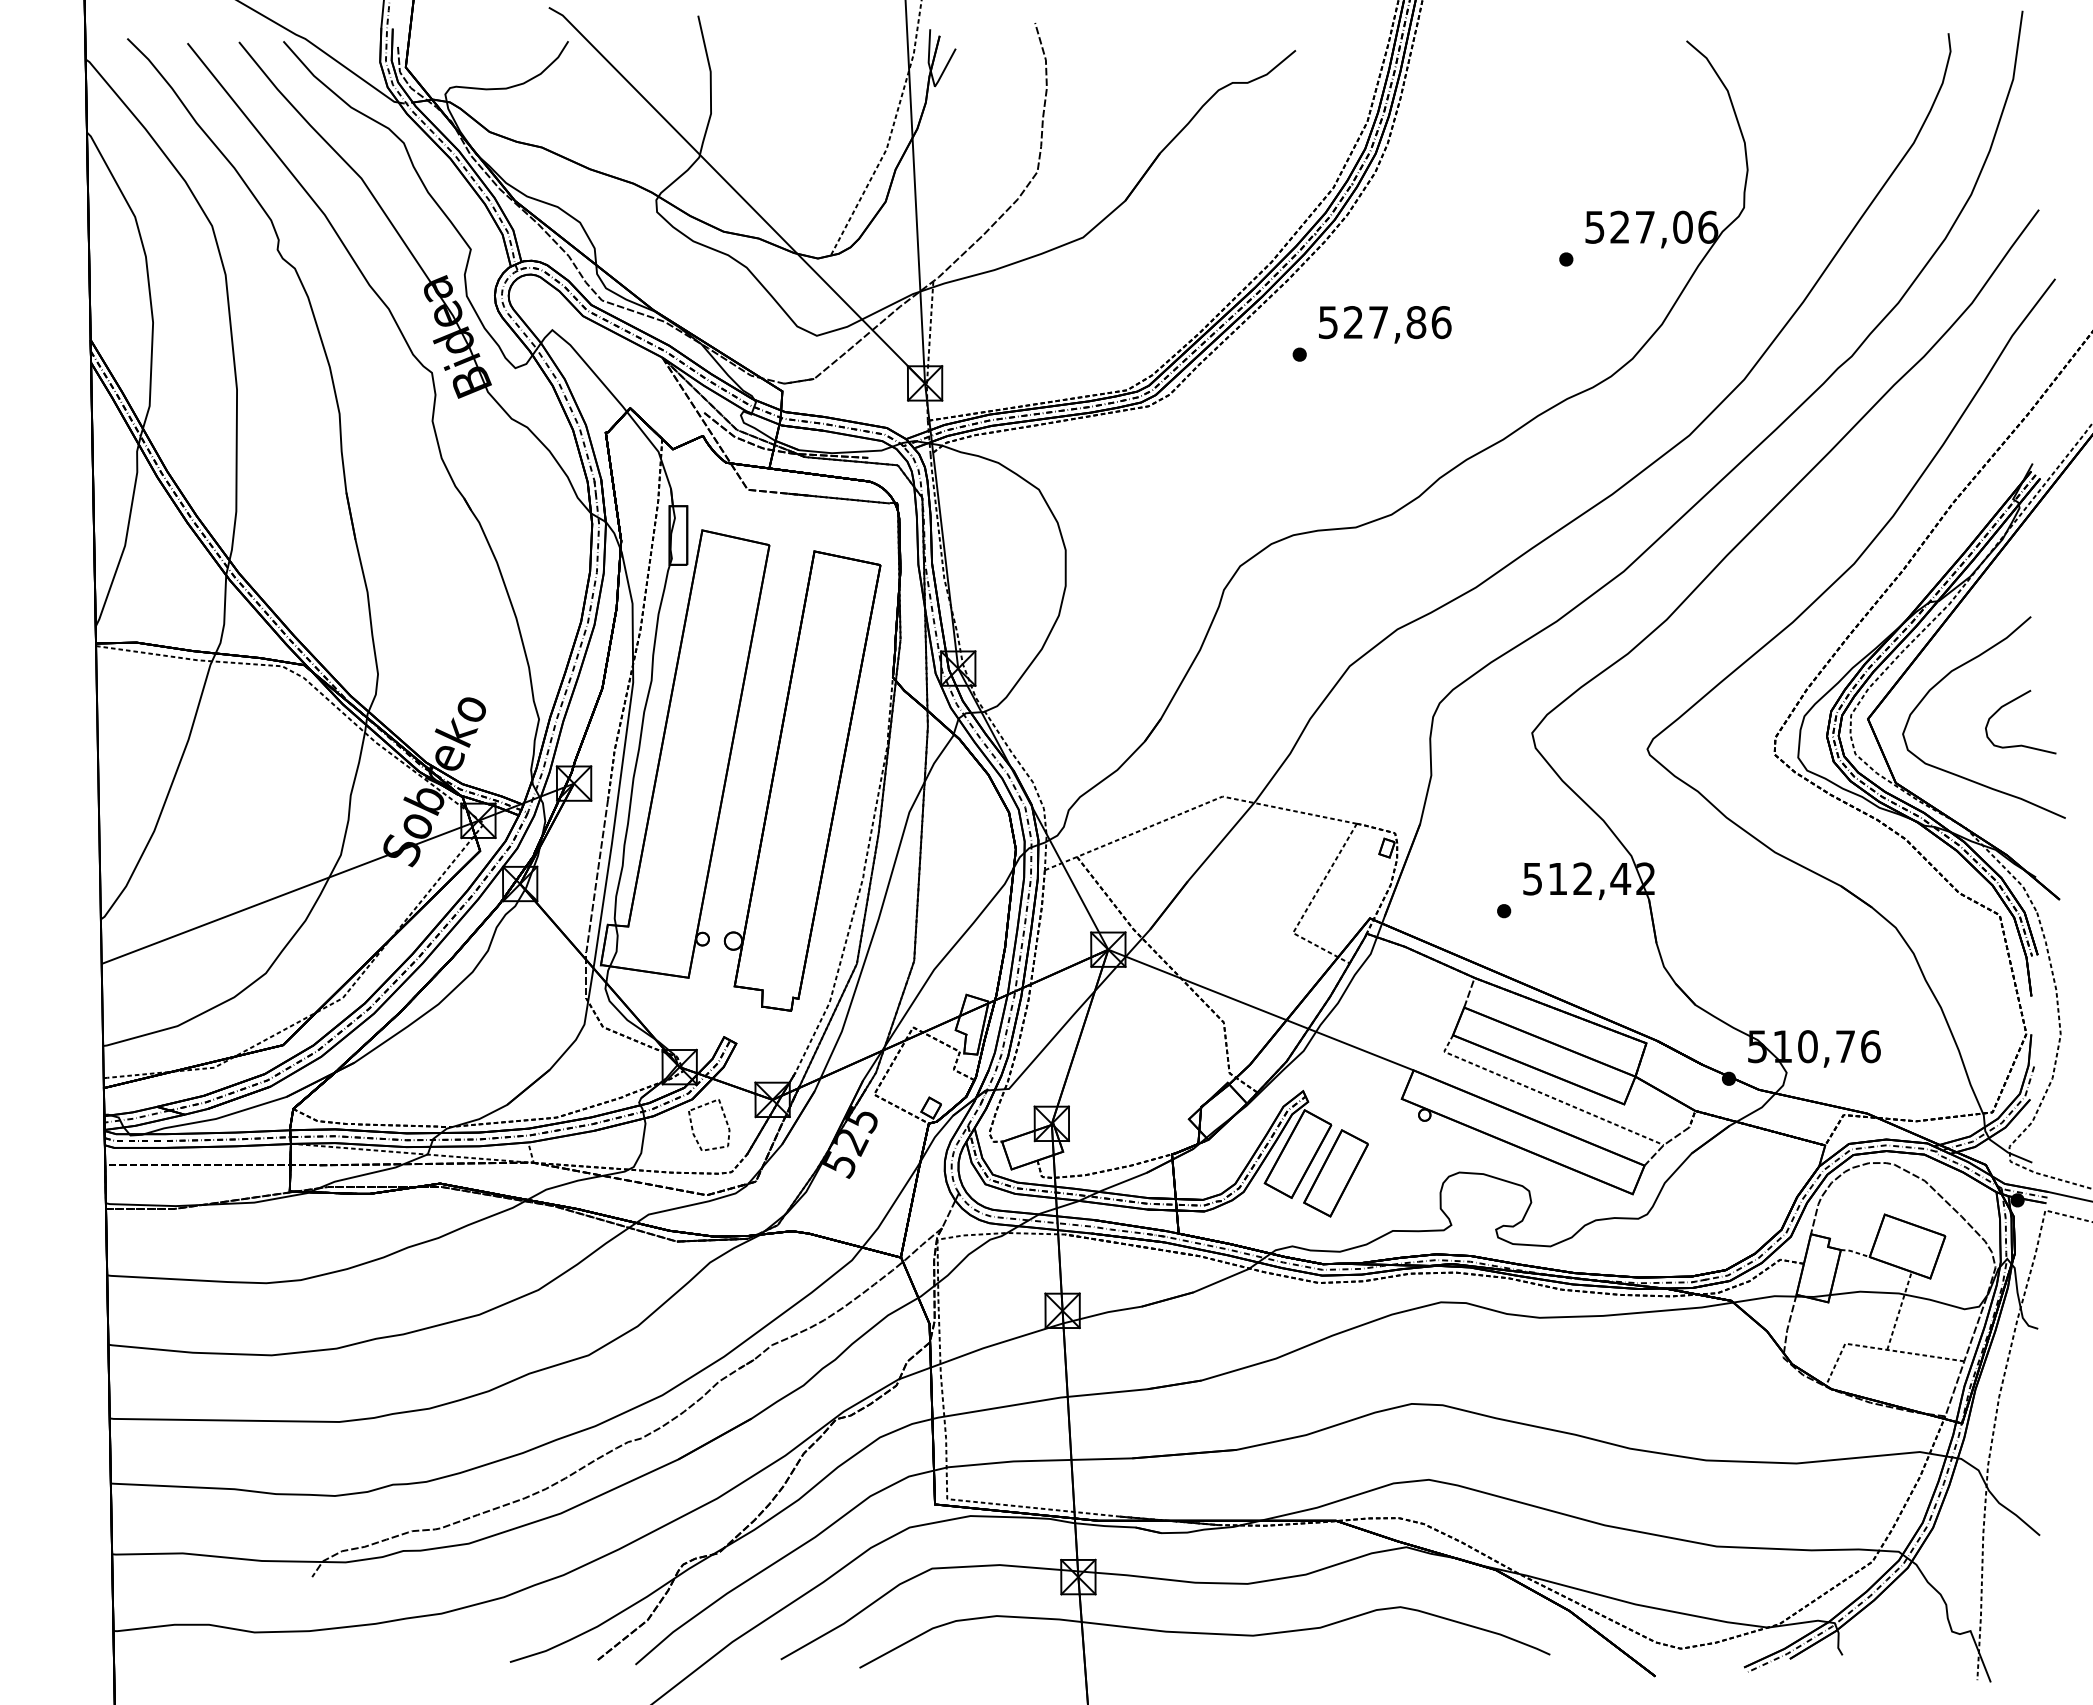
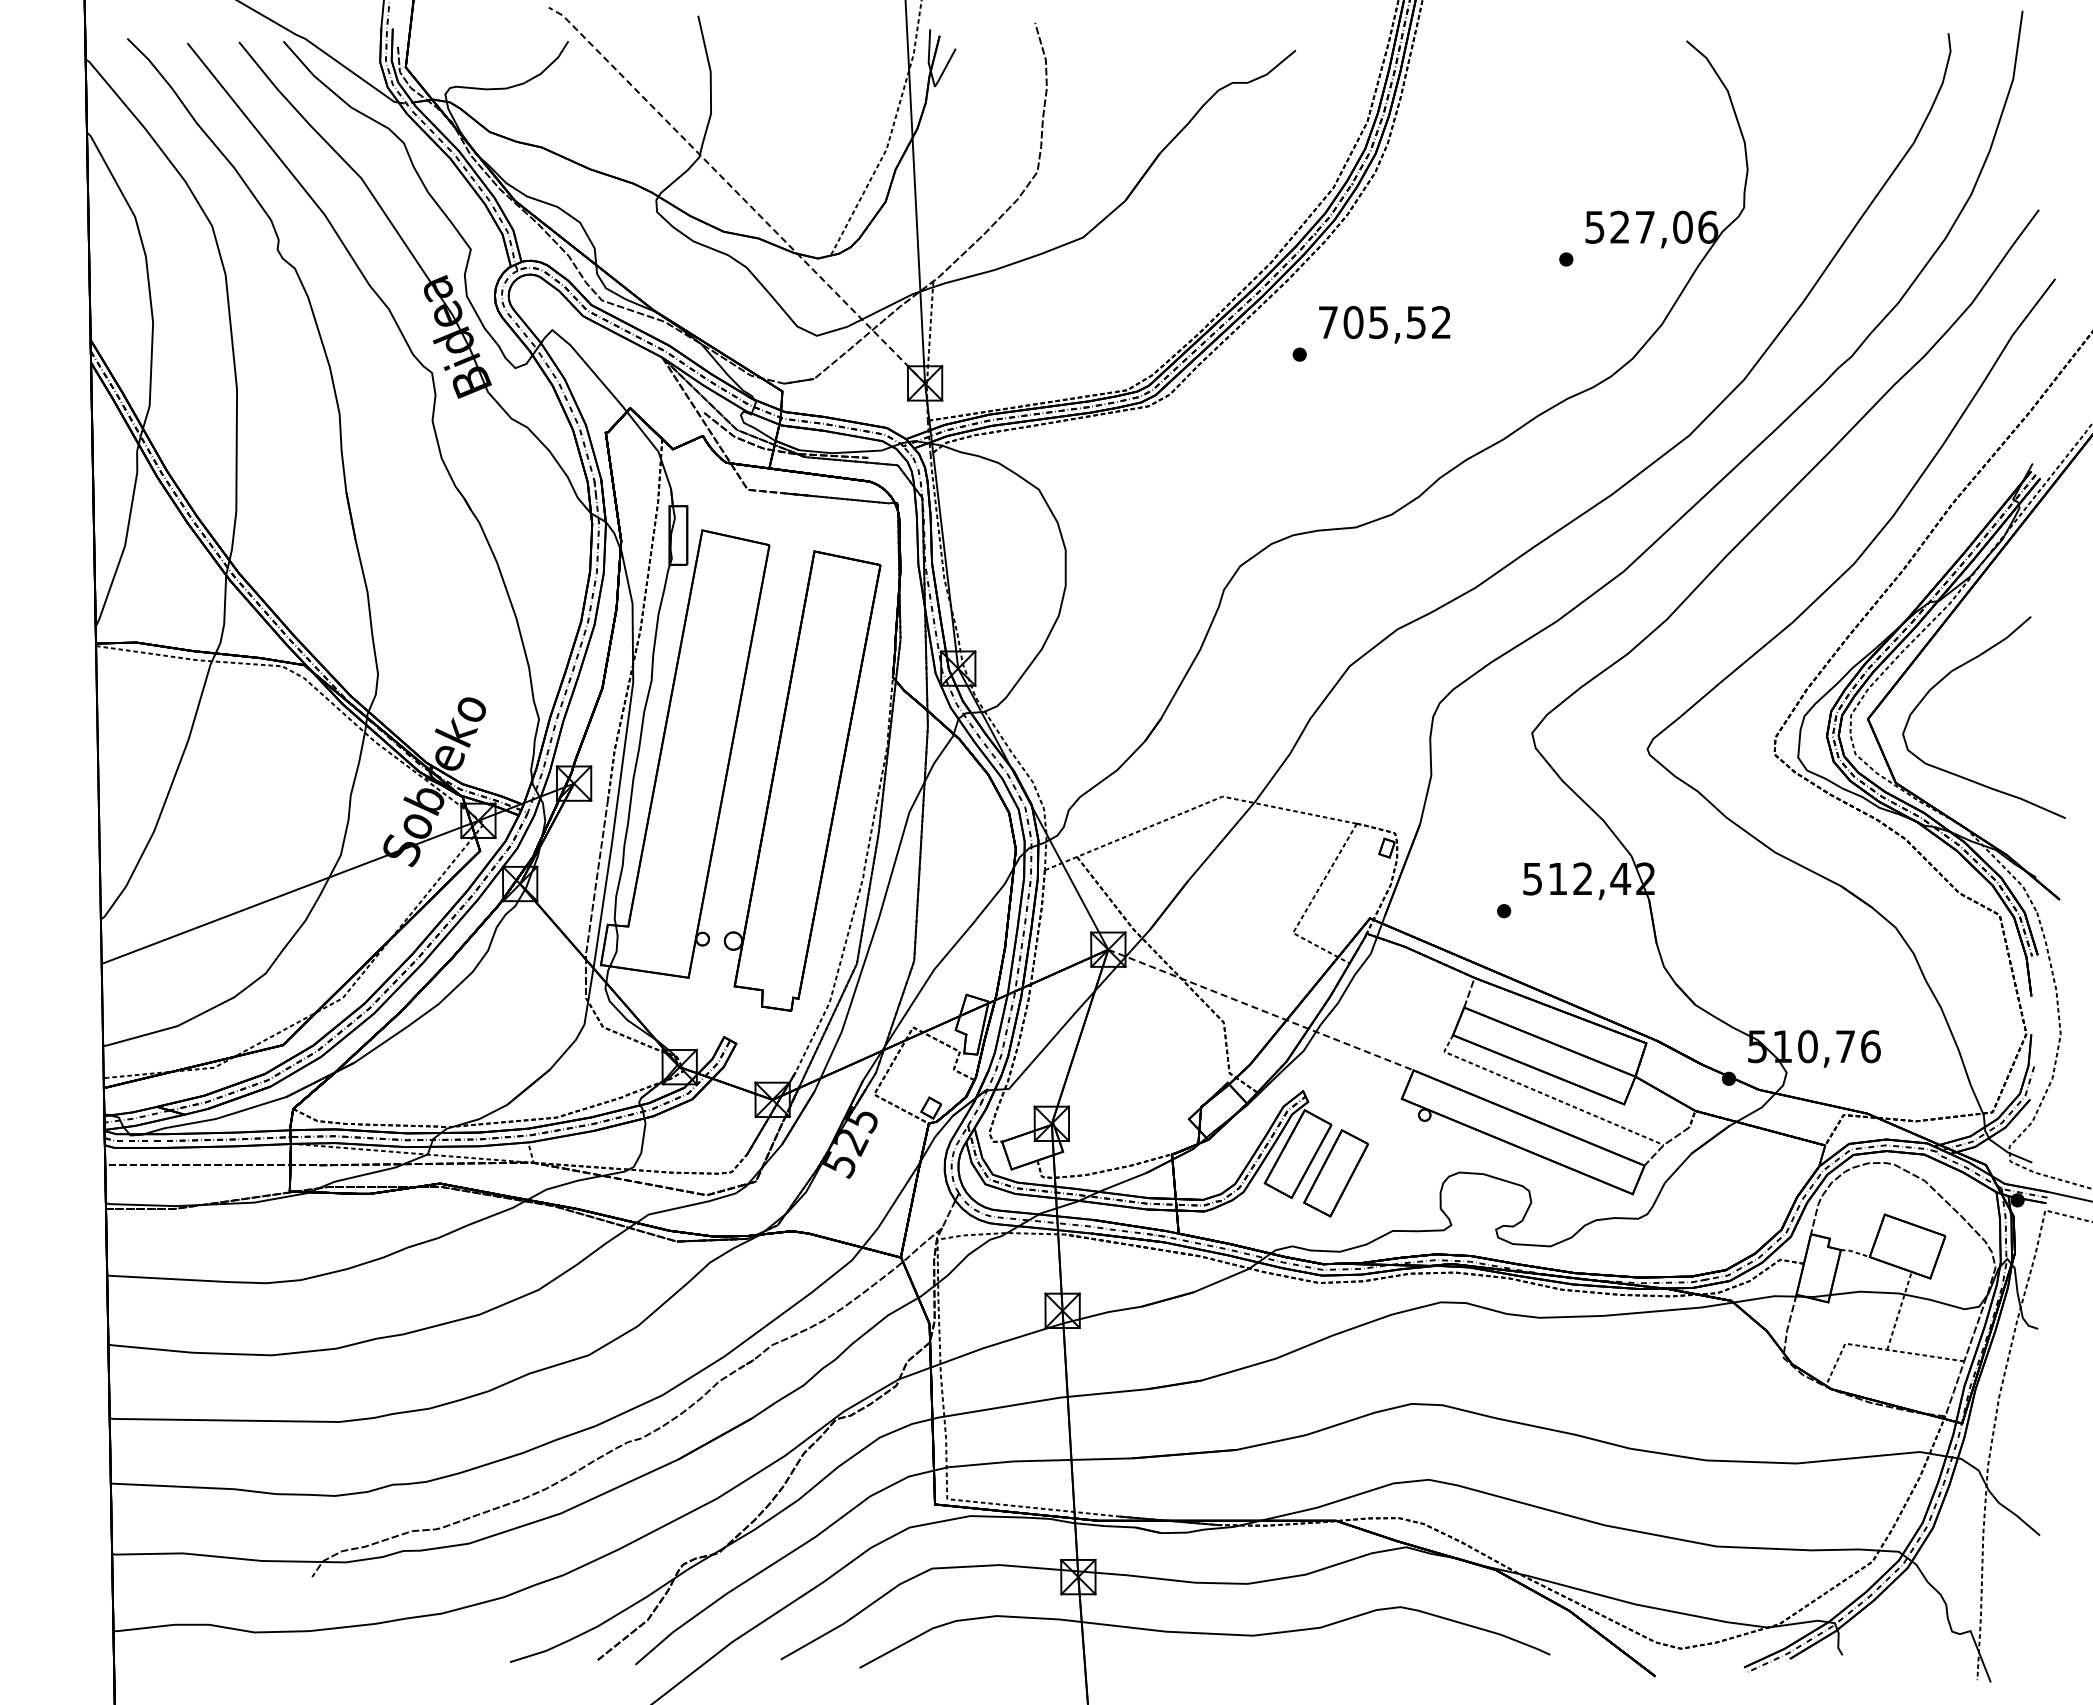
line at (737, 193): solid -> dashed
text at (1385, 322): 527,86 -> 705,52
curve at (2010, 703): present -> none
line at (1261, 1010): solid -> dashed
part at (723, 1116): present -> none
